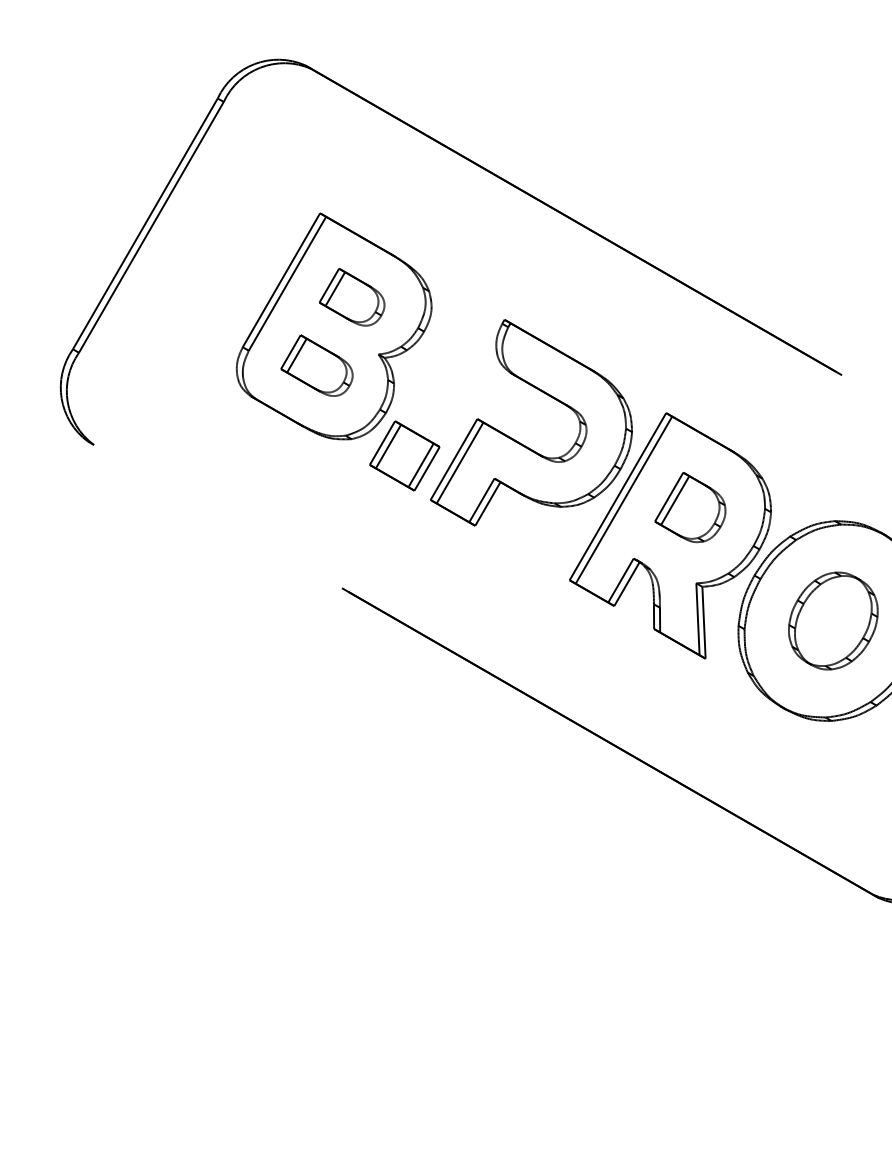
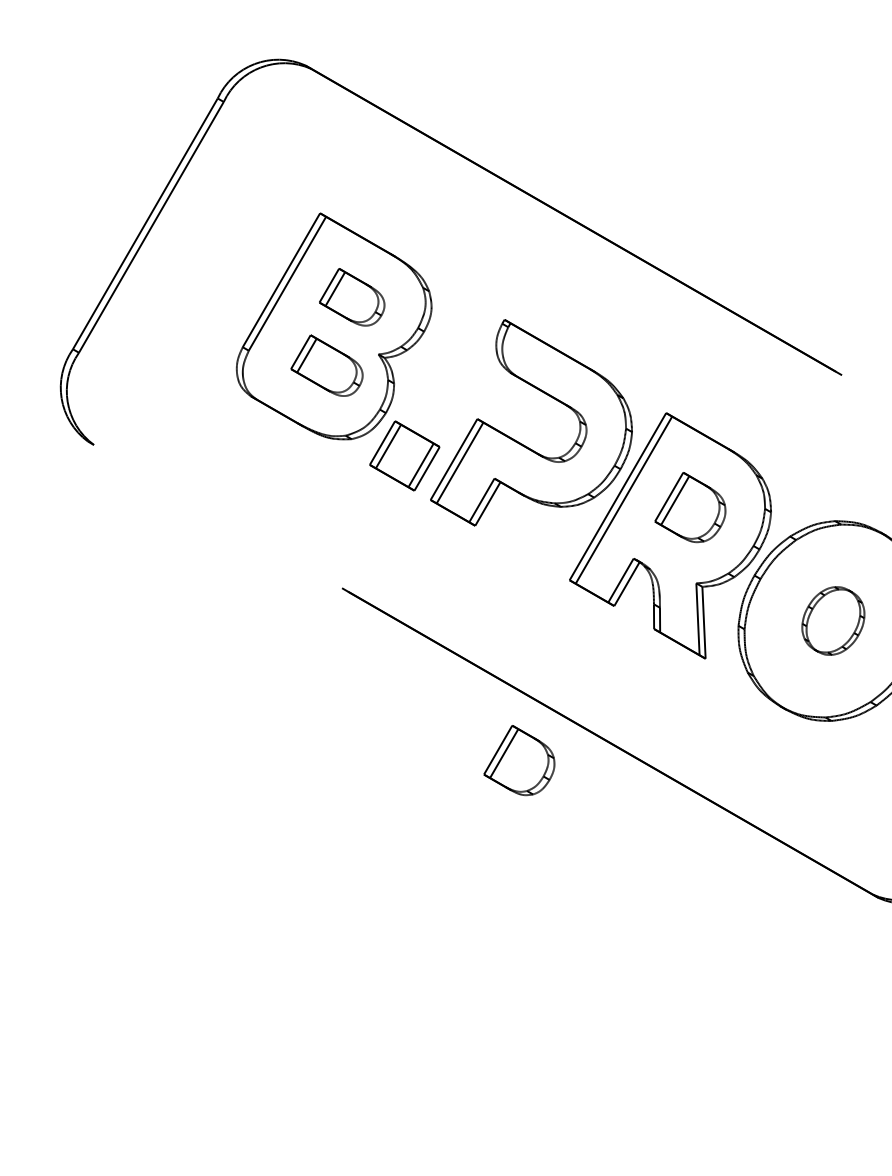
part at (316, 365) position: (316, 365) -> (326, 365)
part at (833, 620) size: 91x100 px -> 65x70 px
part at (519, 760): none -> present
